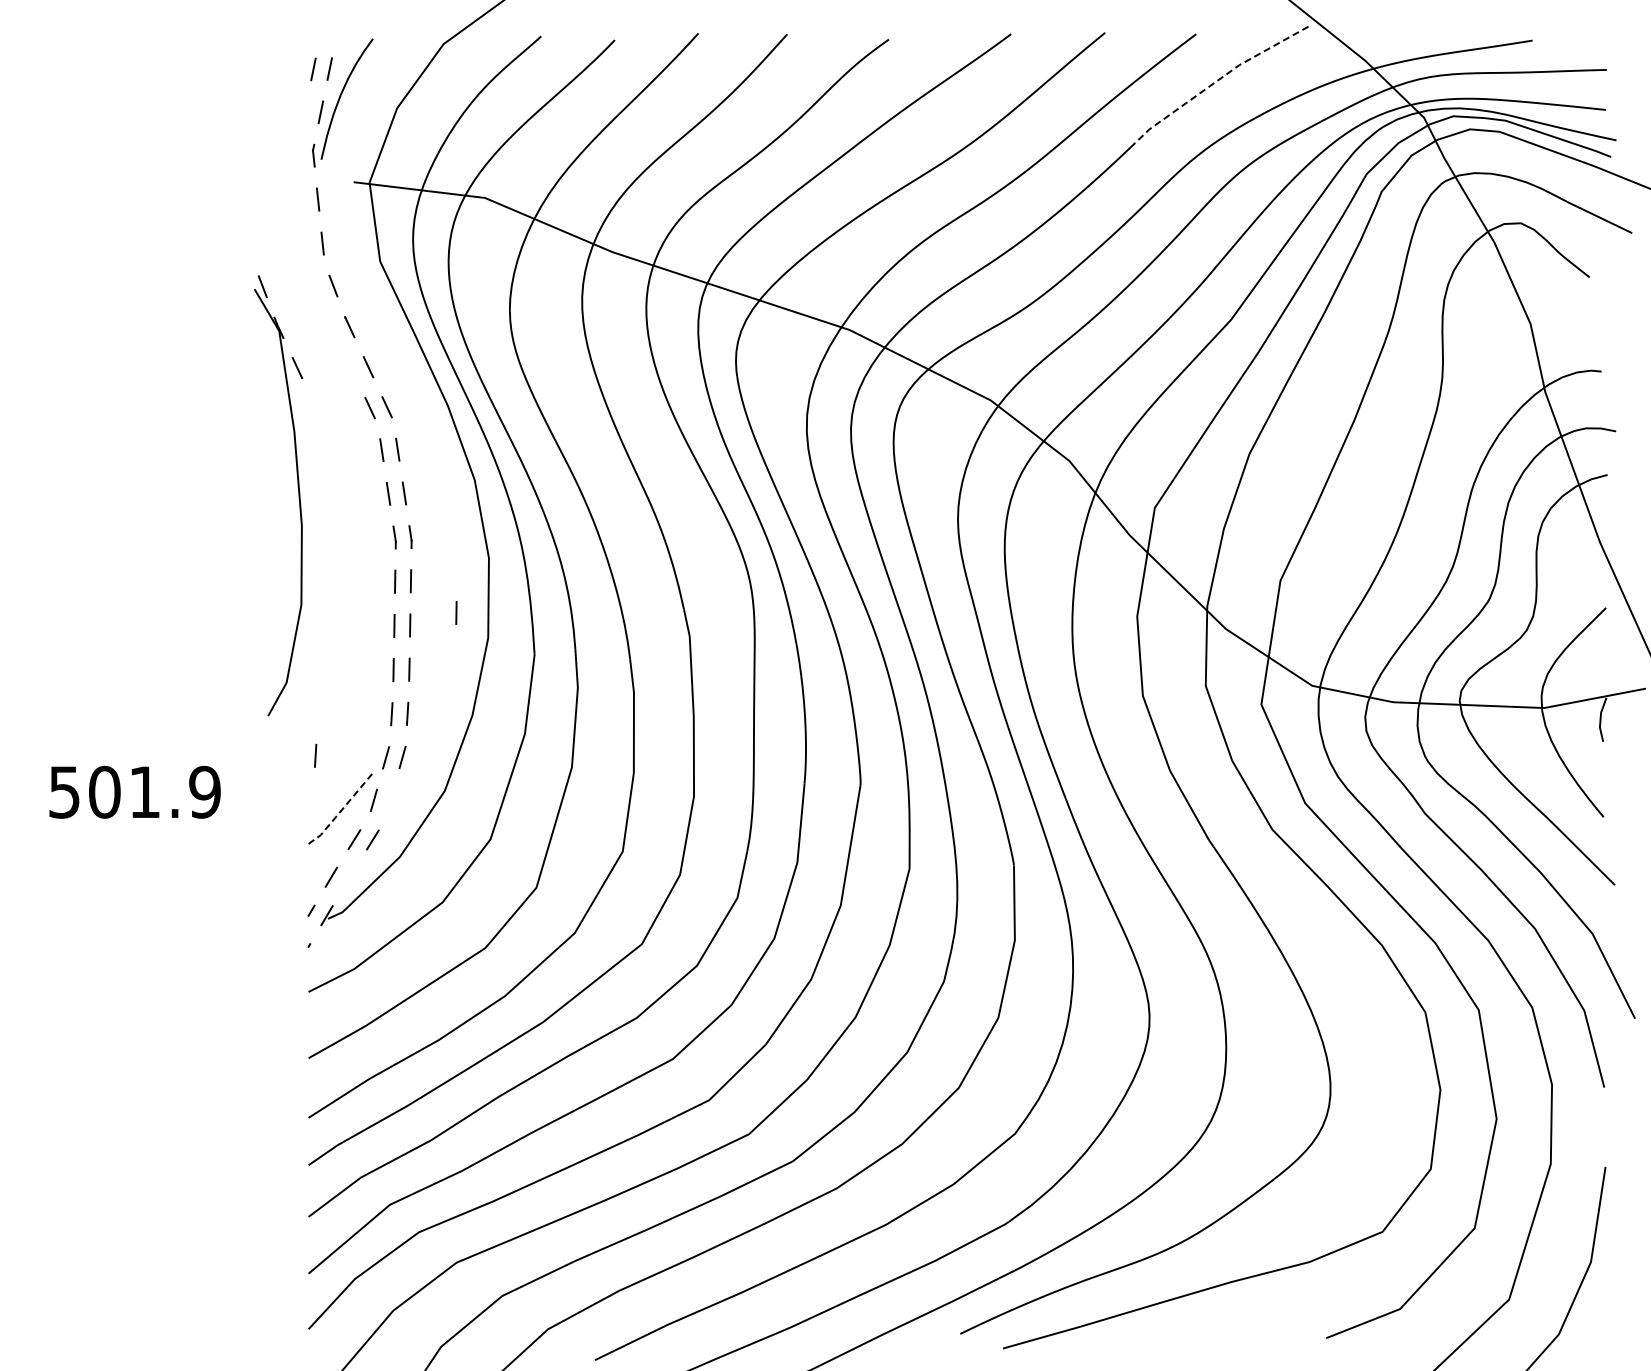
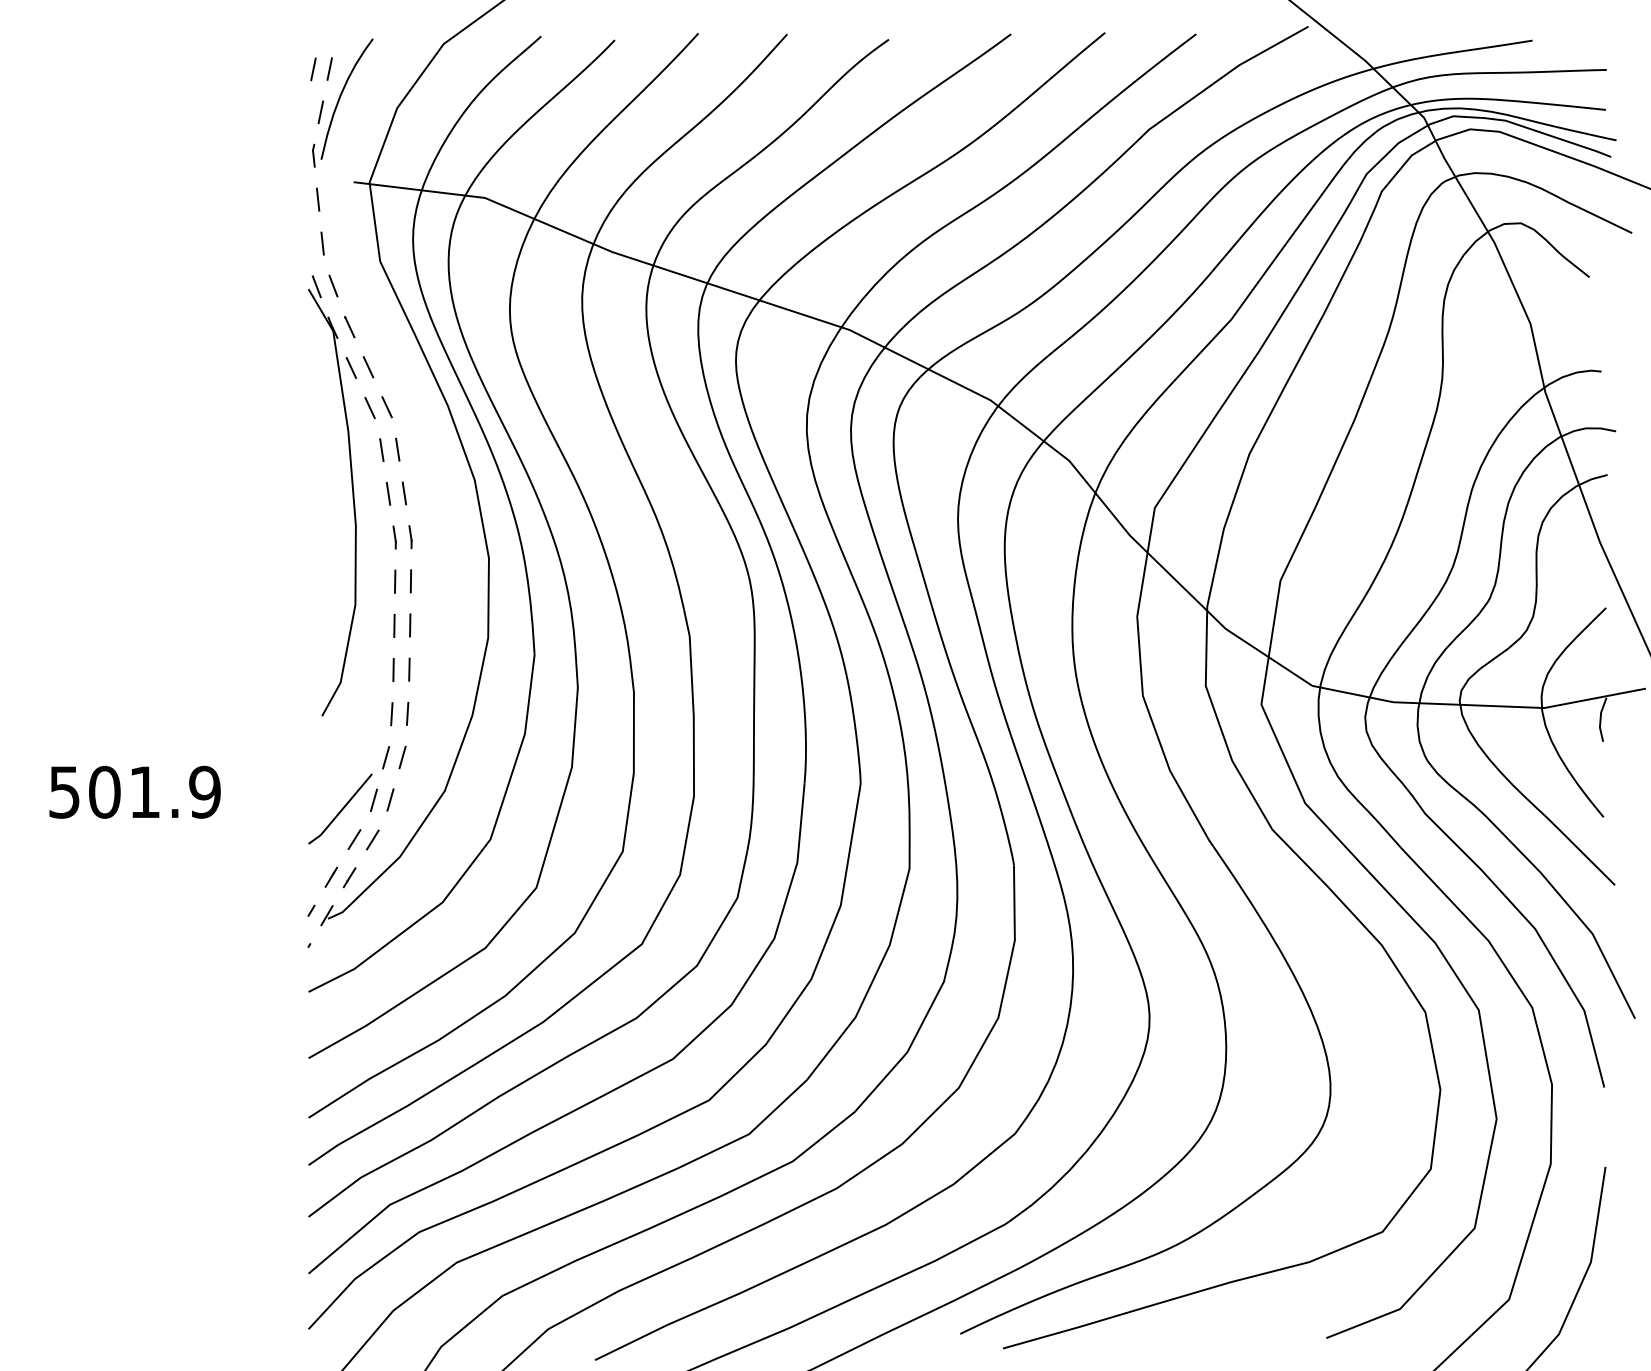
line at (1218, 80): dashed -> solid
part at (298, 495) position: (298, 495) -> (352, 495)
line at (456, 612): present -> none
line at (315, 755): present -> none
line at (390, 799): none -> present
line at (340, 811): dashed -> solid
line at (349, 877): none -> present
